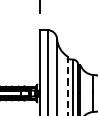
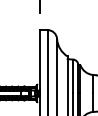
line at (67, 86): dashed -> solid
